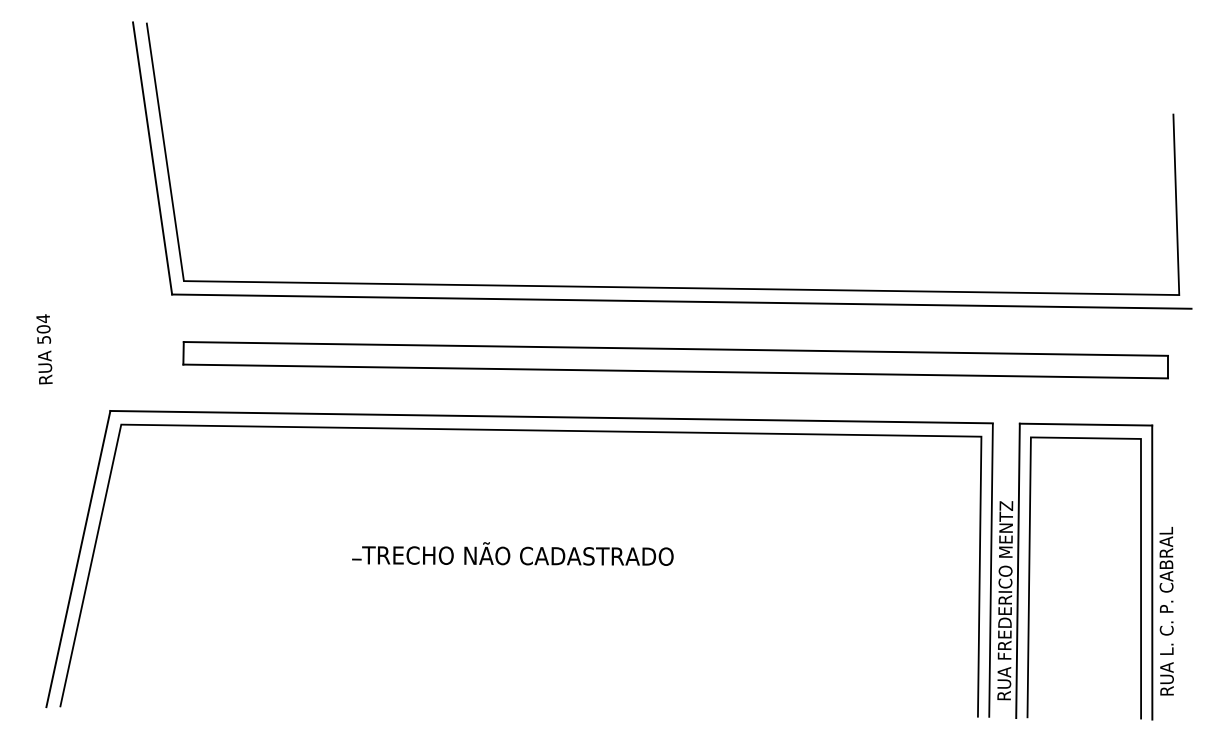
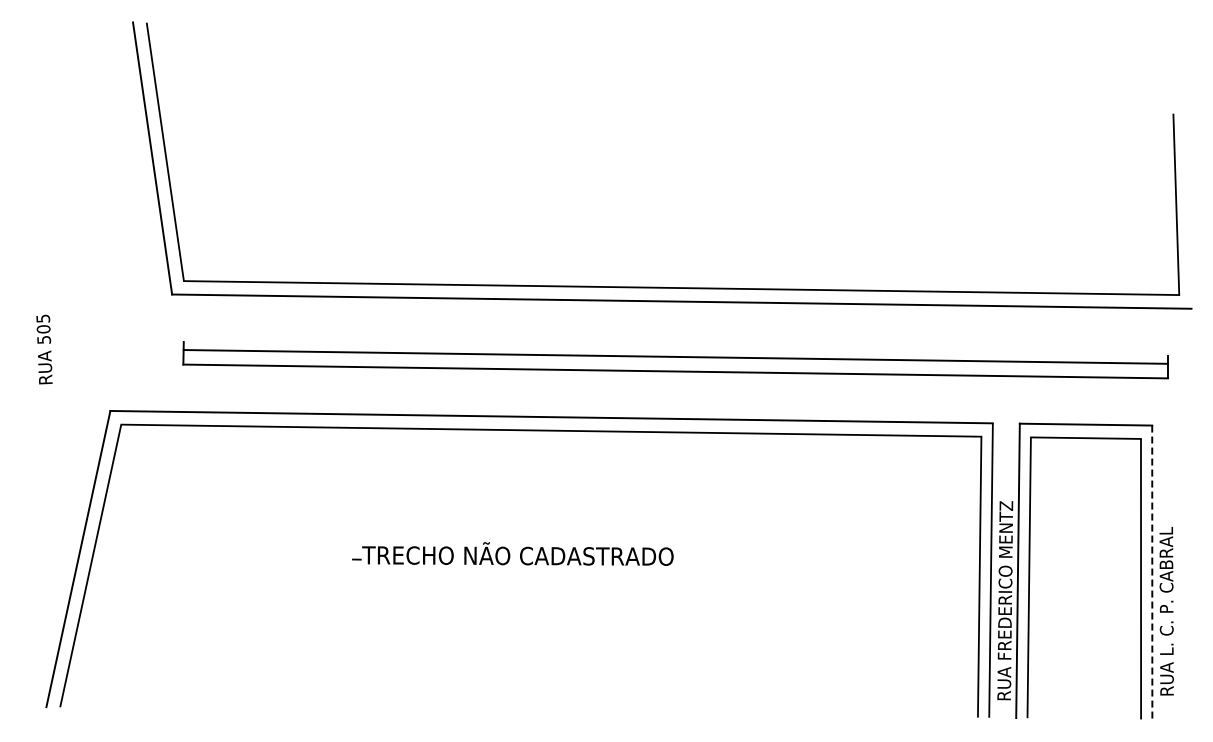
text at (43, 318): 504 -> 505
line at (675, 348) position: (675, 348) -> (675, 356)
line at (1152, 573): solid -> dashed
